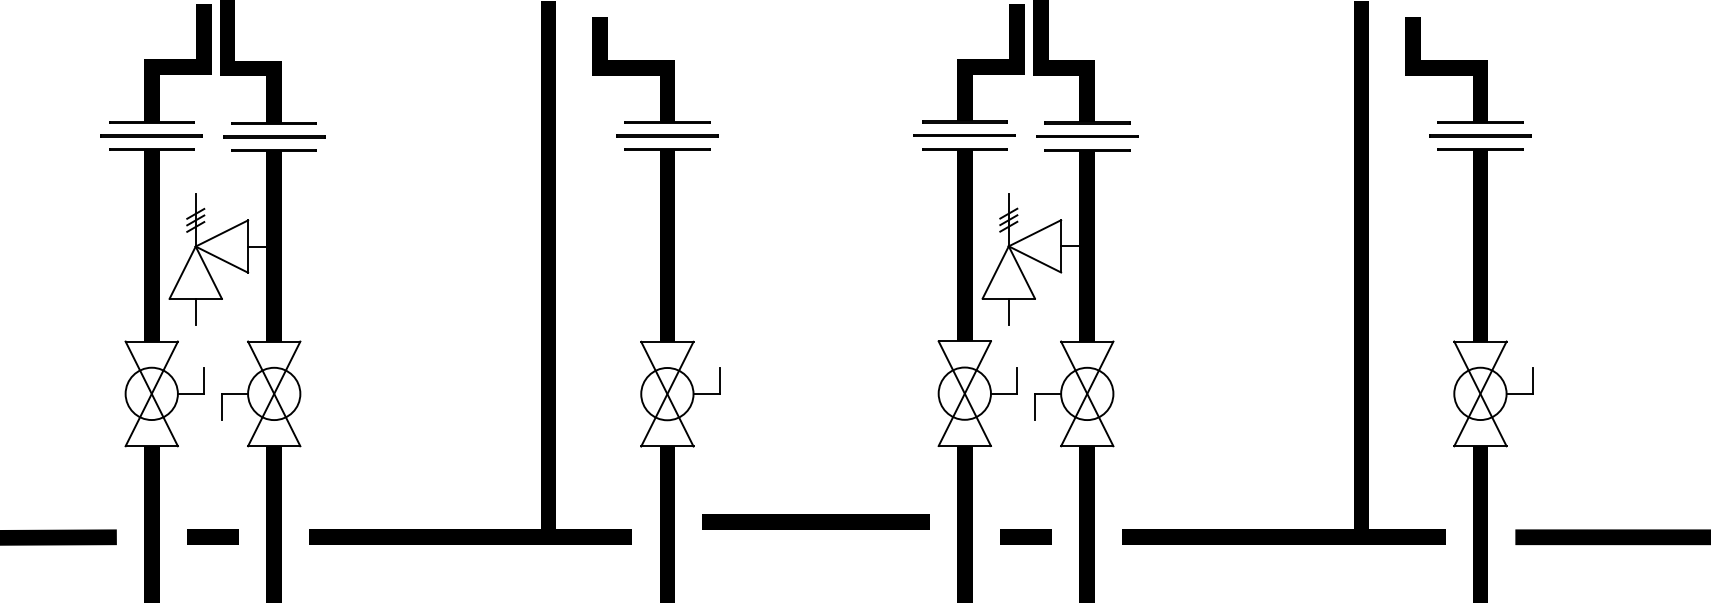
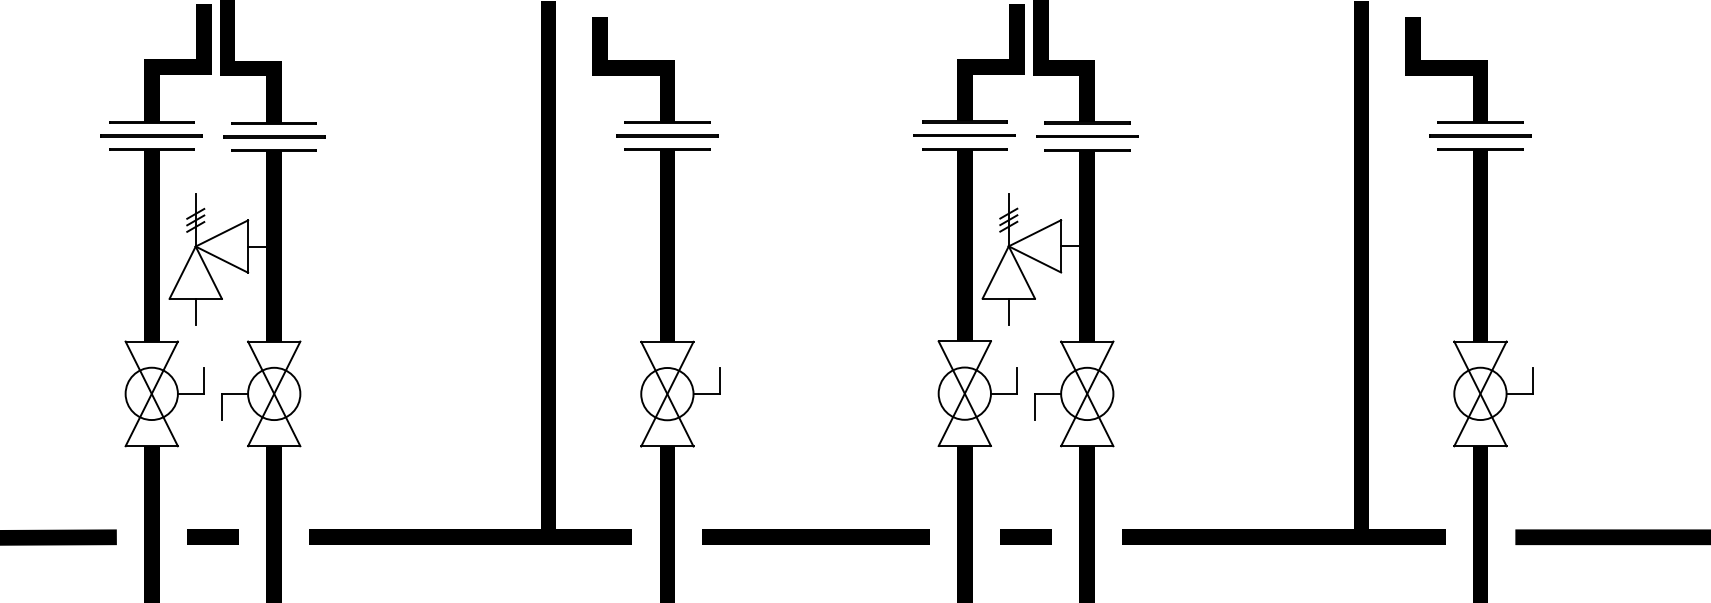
line at (815, 521) position: (815, 521) -> (815, 536)
